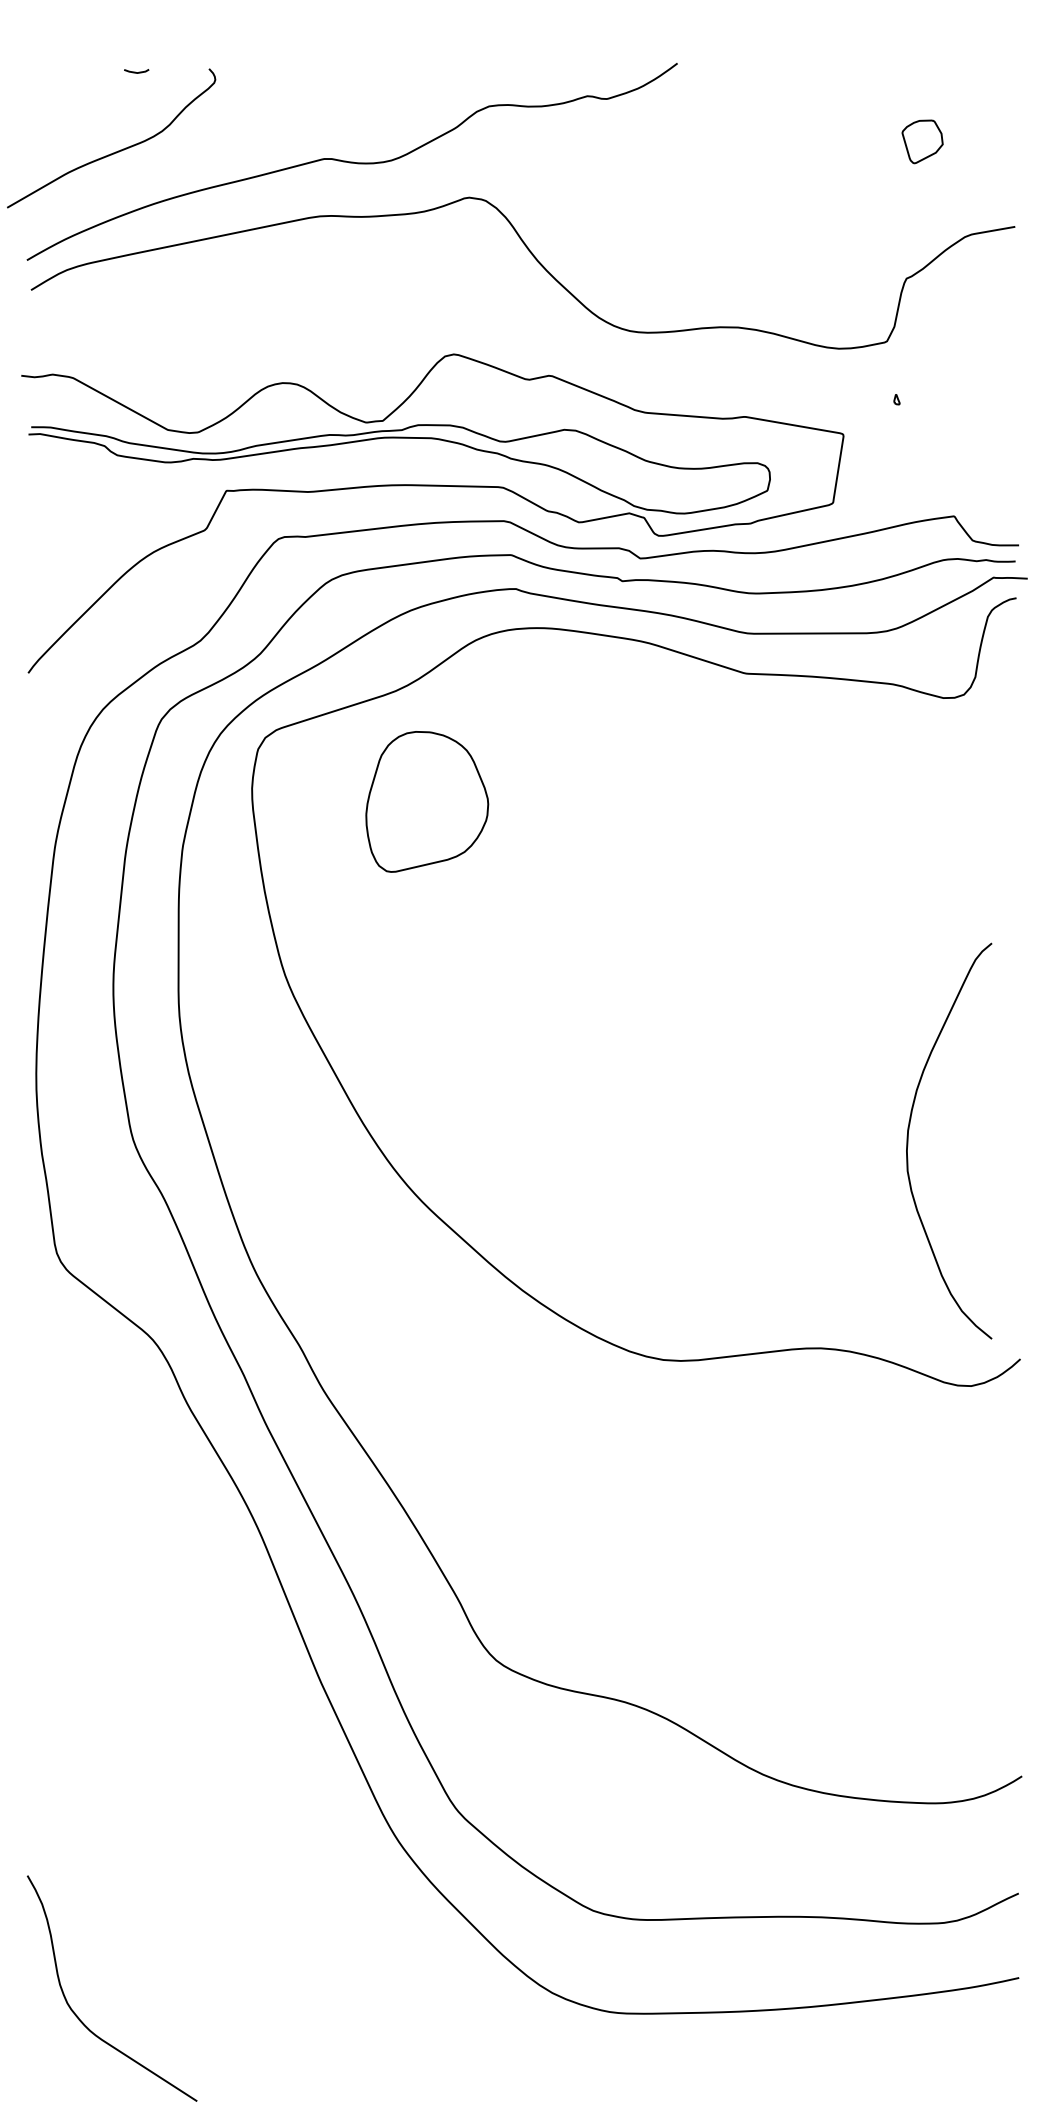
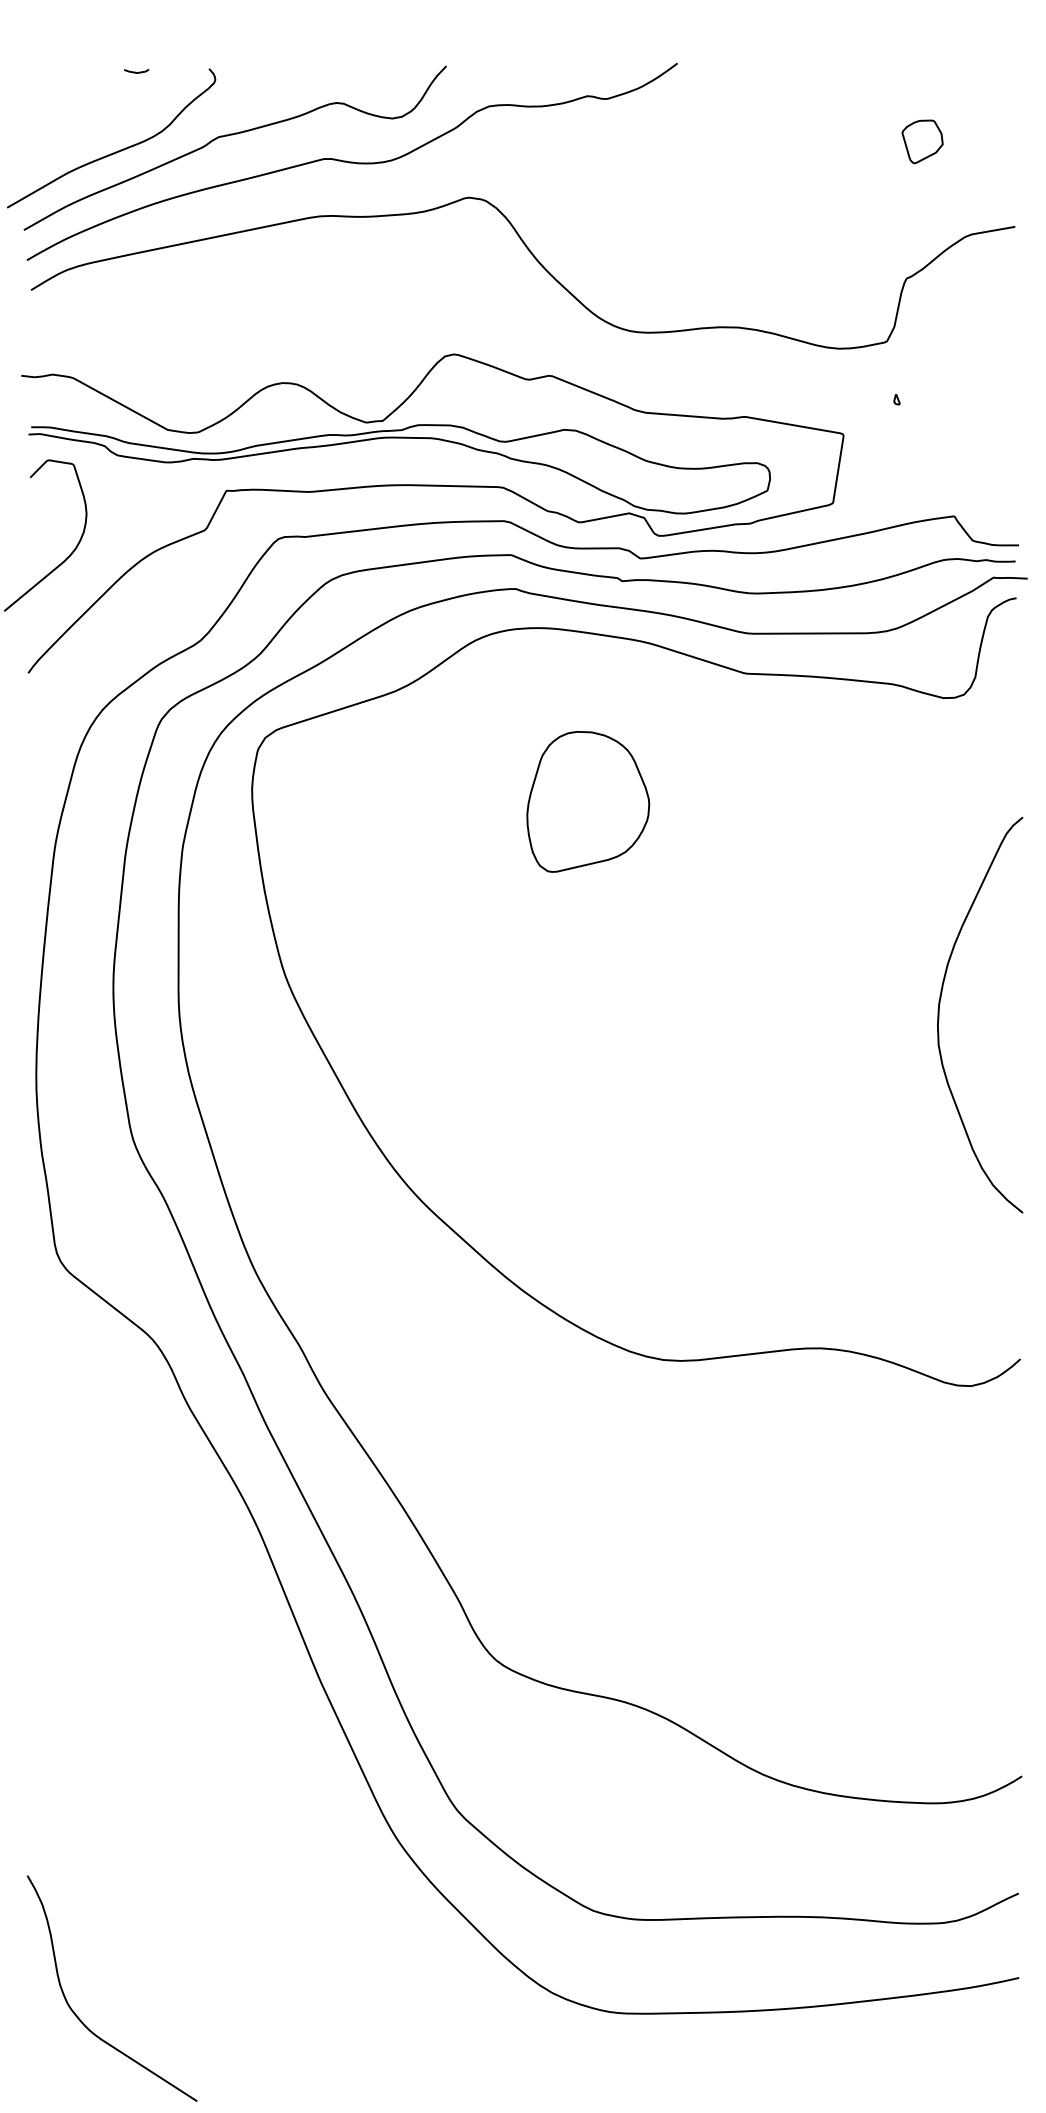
curve at (232, 135): none -> present
part at (67, 556): none -> present
part at (427, 801) position: (427, 801) -> (588, 801)
curve at (908, 1140) position: (908, 1140) -> (939, 1014)
